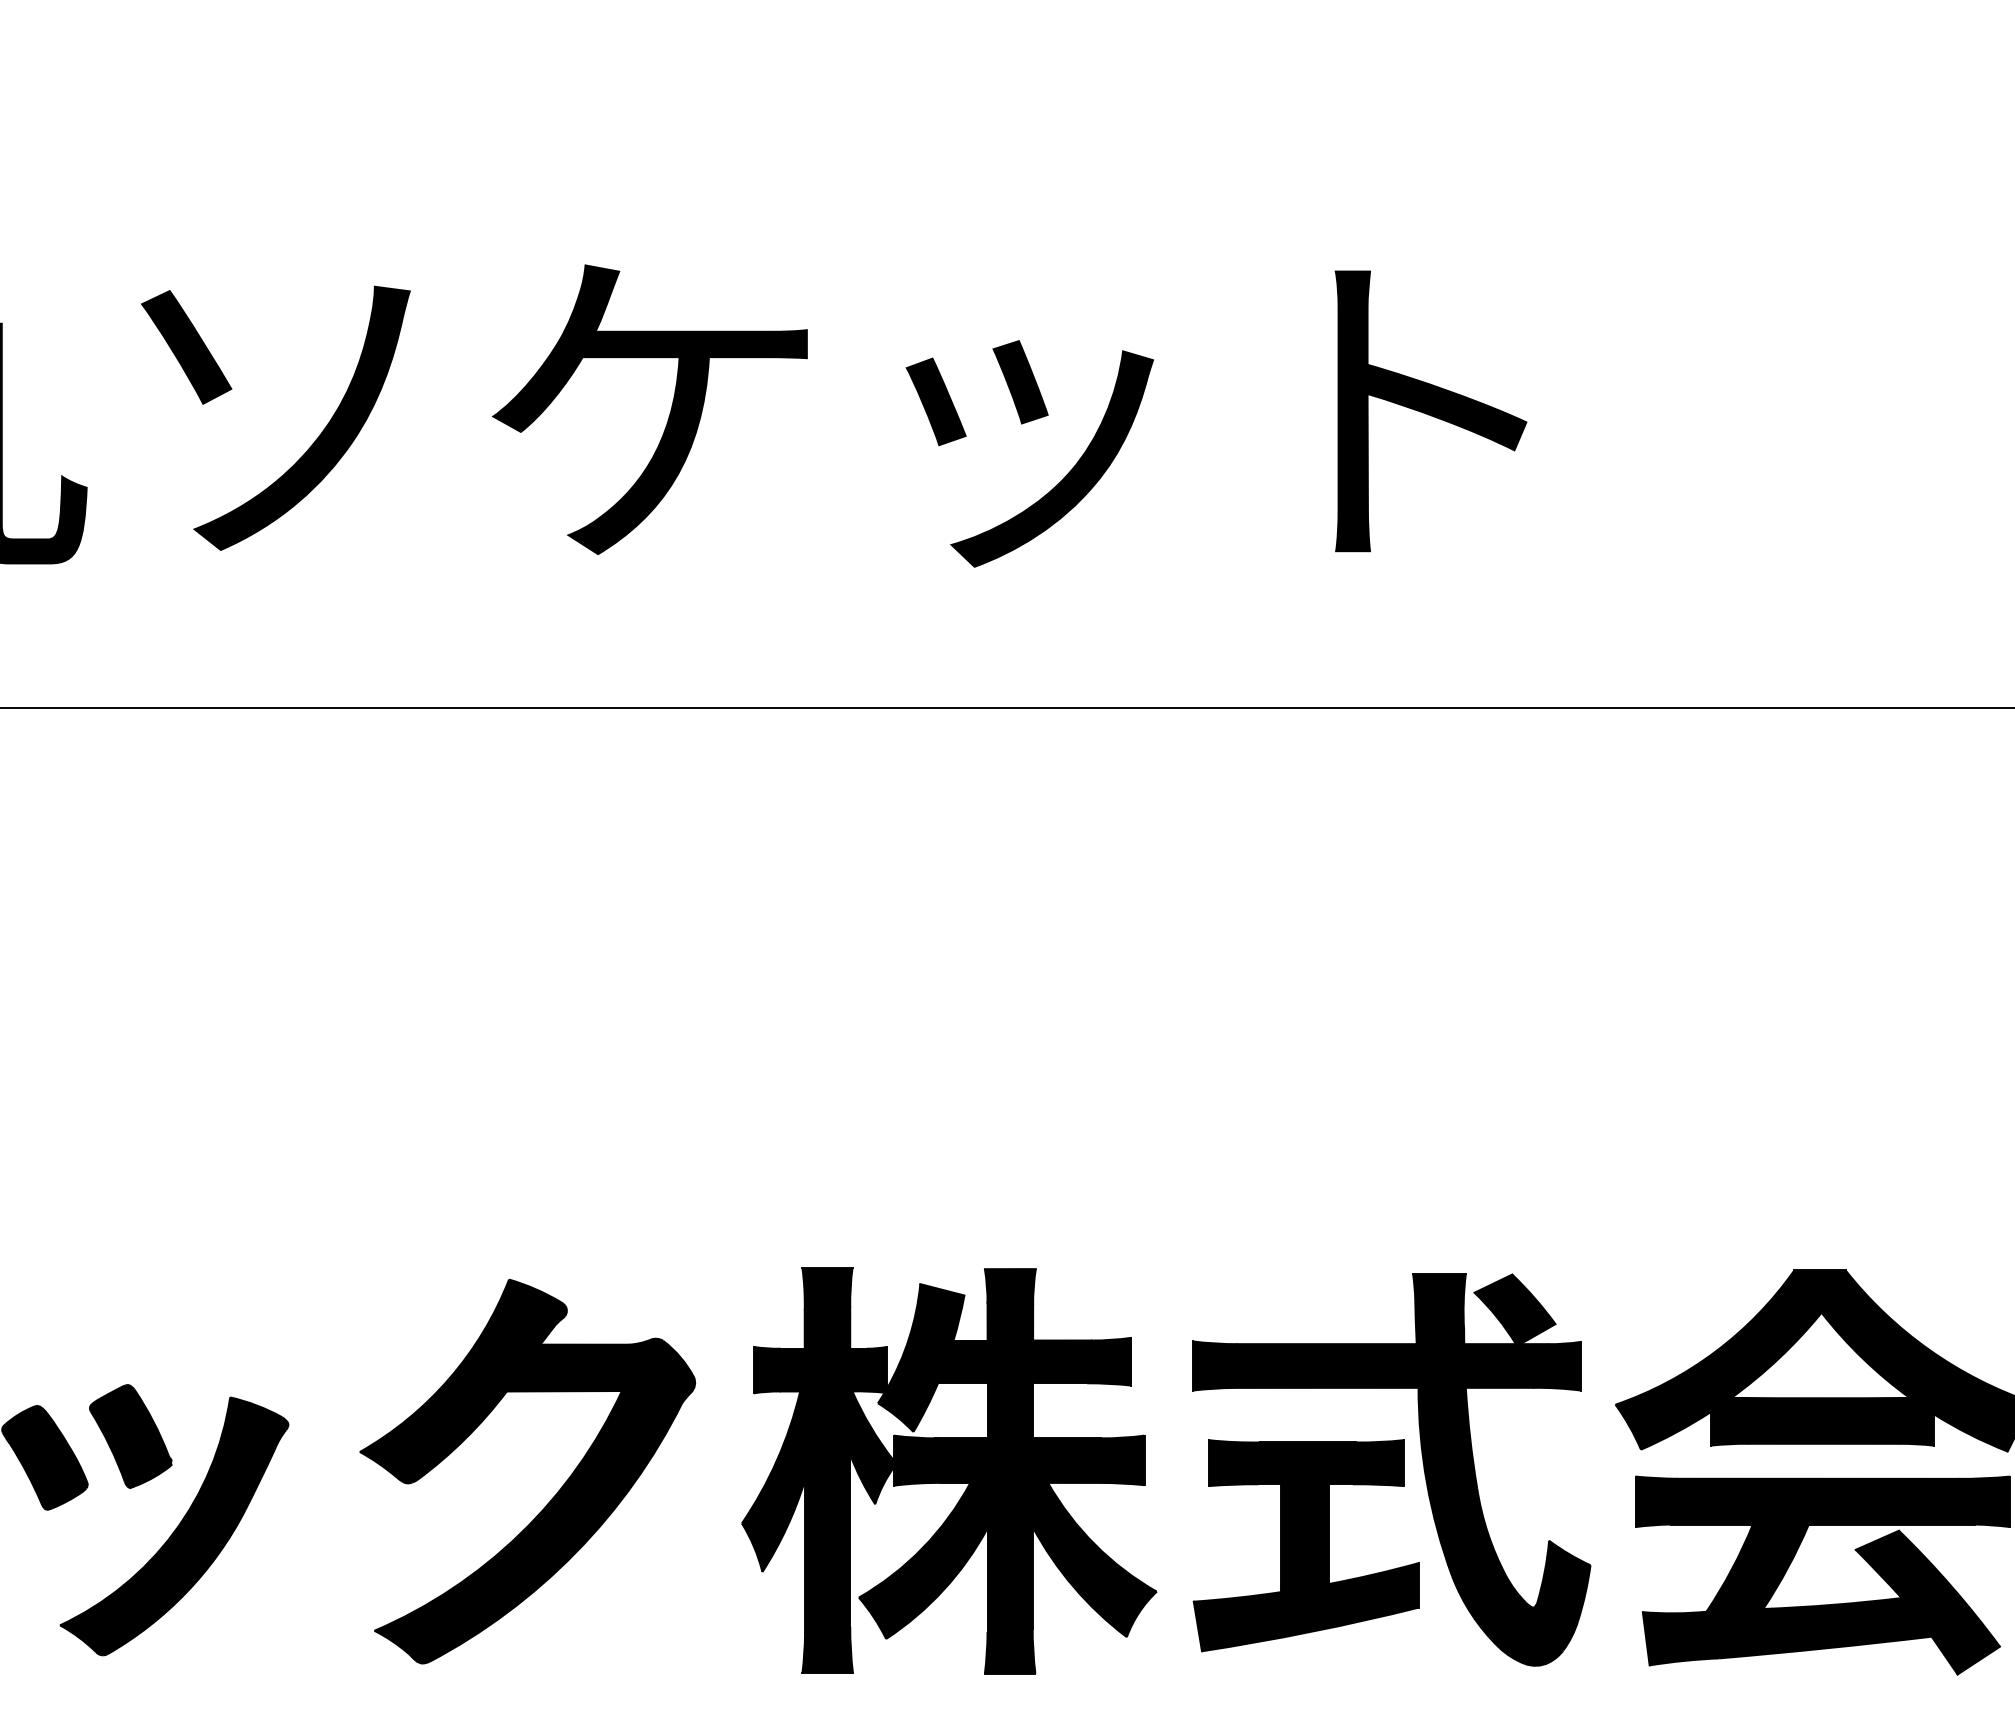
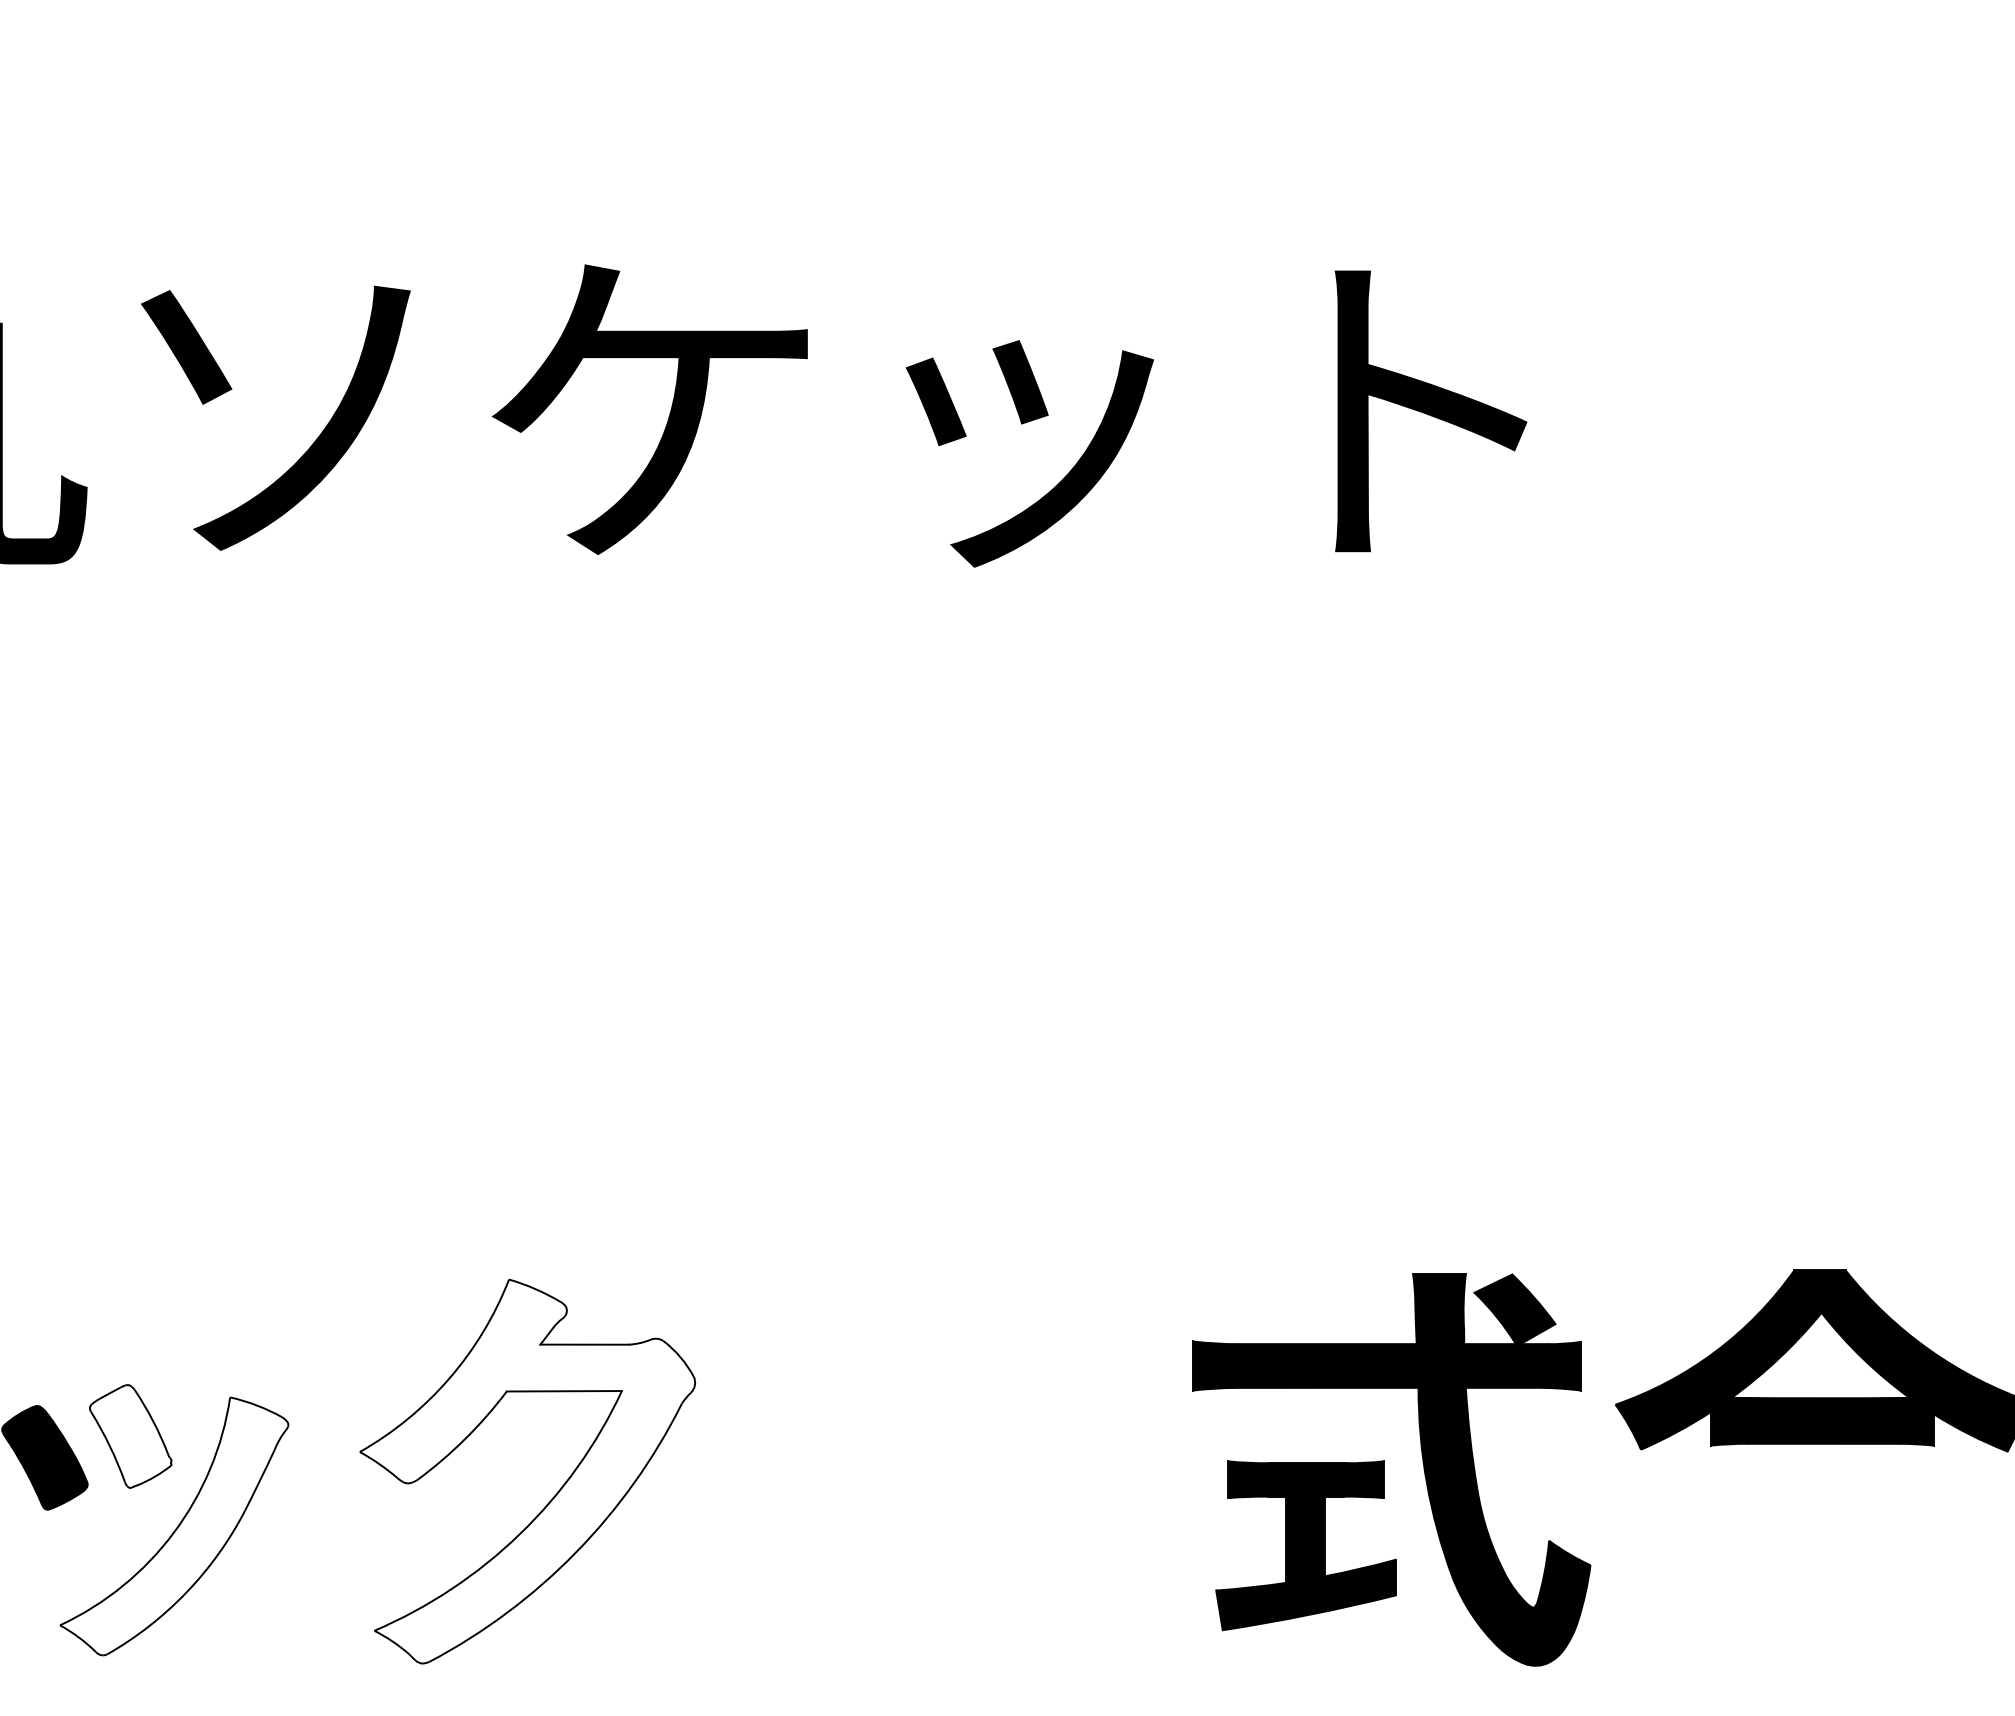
line at (1006, 708): present -> none
fill at (130, 1436): present -> none
part at (949, 1470): present -> none
fill at (527, 1471): present -> none
fill at (174, 1526): present -> none
part at (1305, 1545) size: 228x214 px -> 182x172 px
part at (1822, 1604): present -> none
